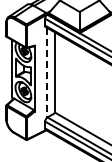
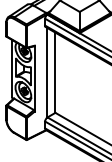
line at (47, 72): dashed -> solid
